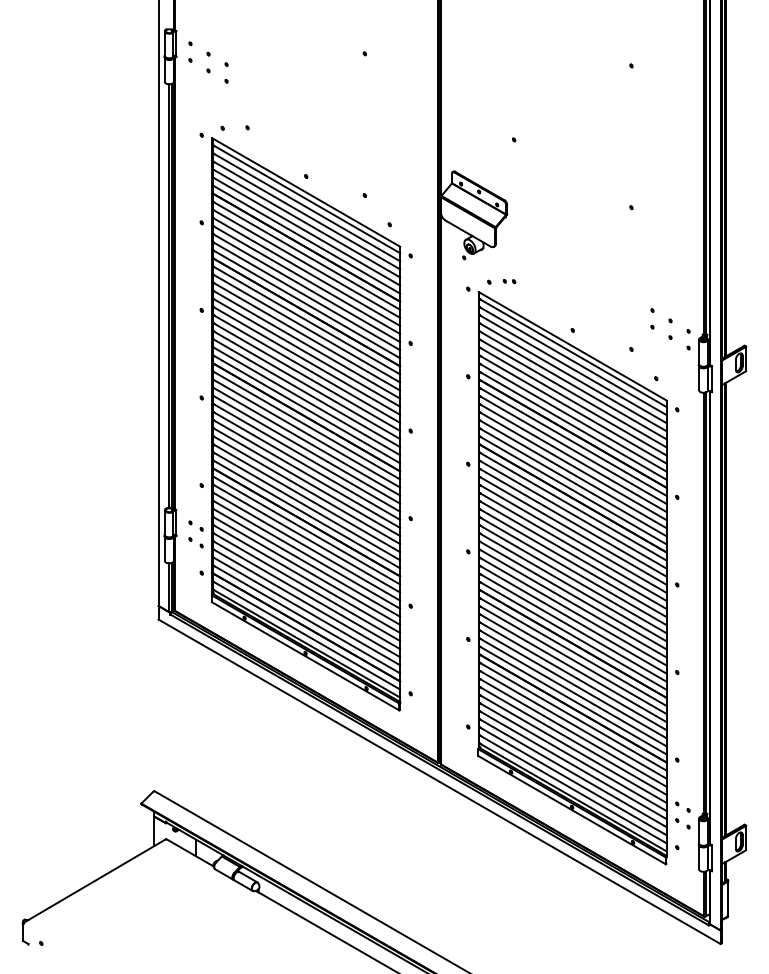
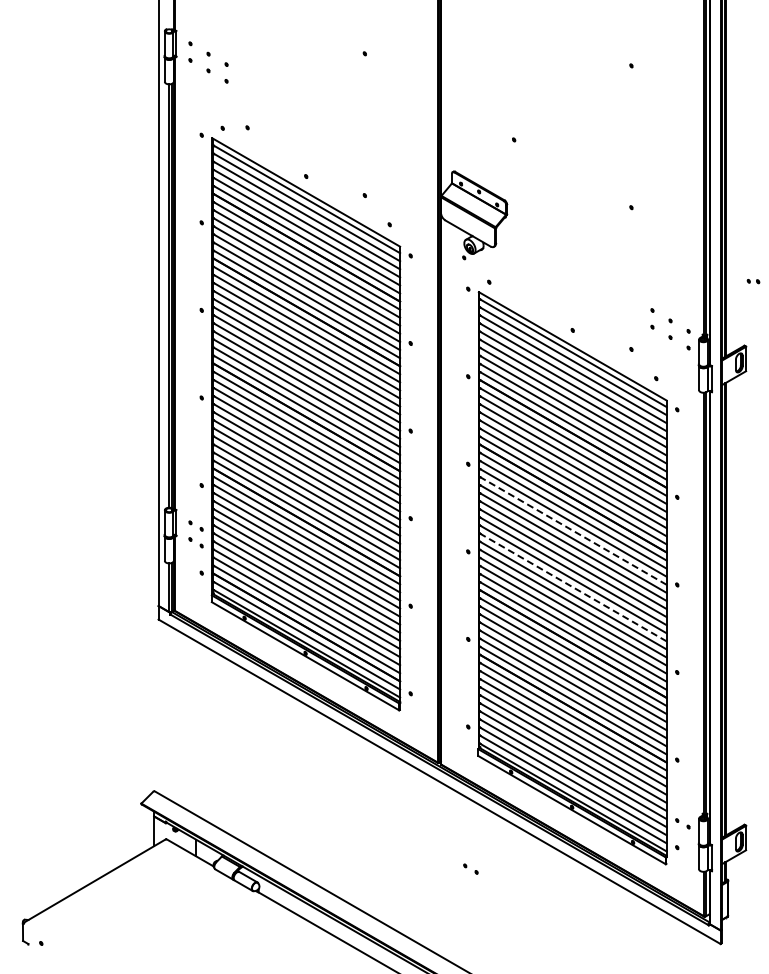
part at (509, 281) position: (509, 281) -> (753, 281)
line at (572, 530): solid -> dashed
line at (572, 587): solid -> dashed
part at (682, 806) position: (682, 806) -> (470, 868)
